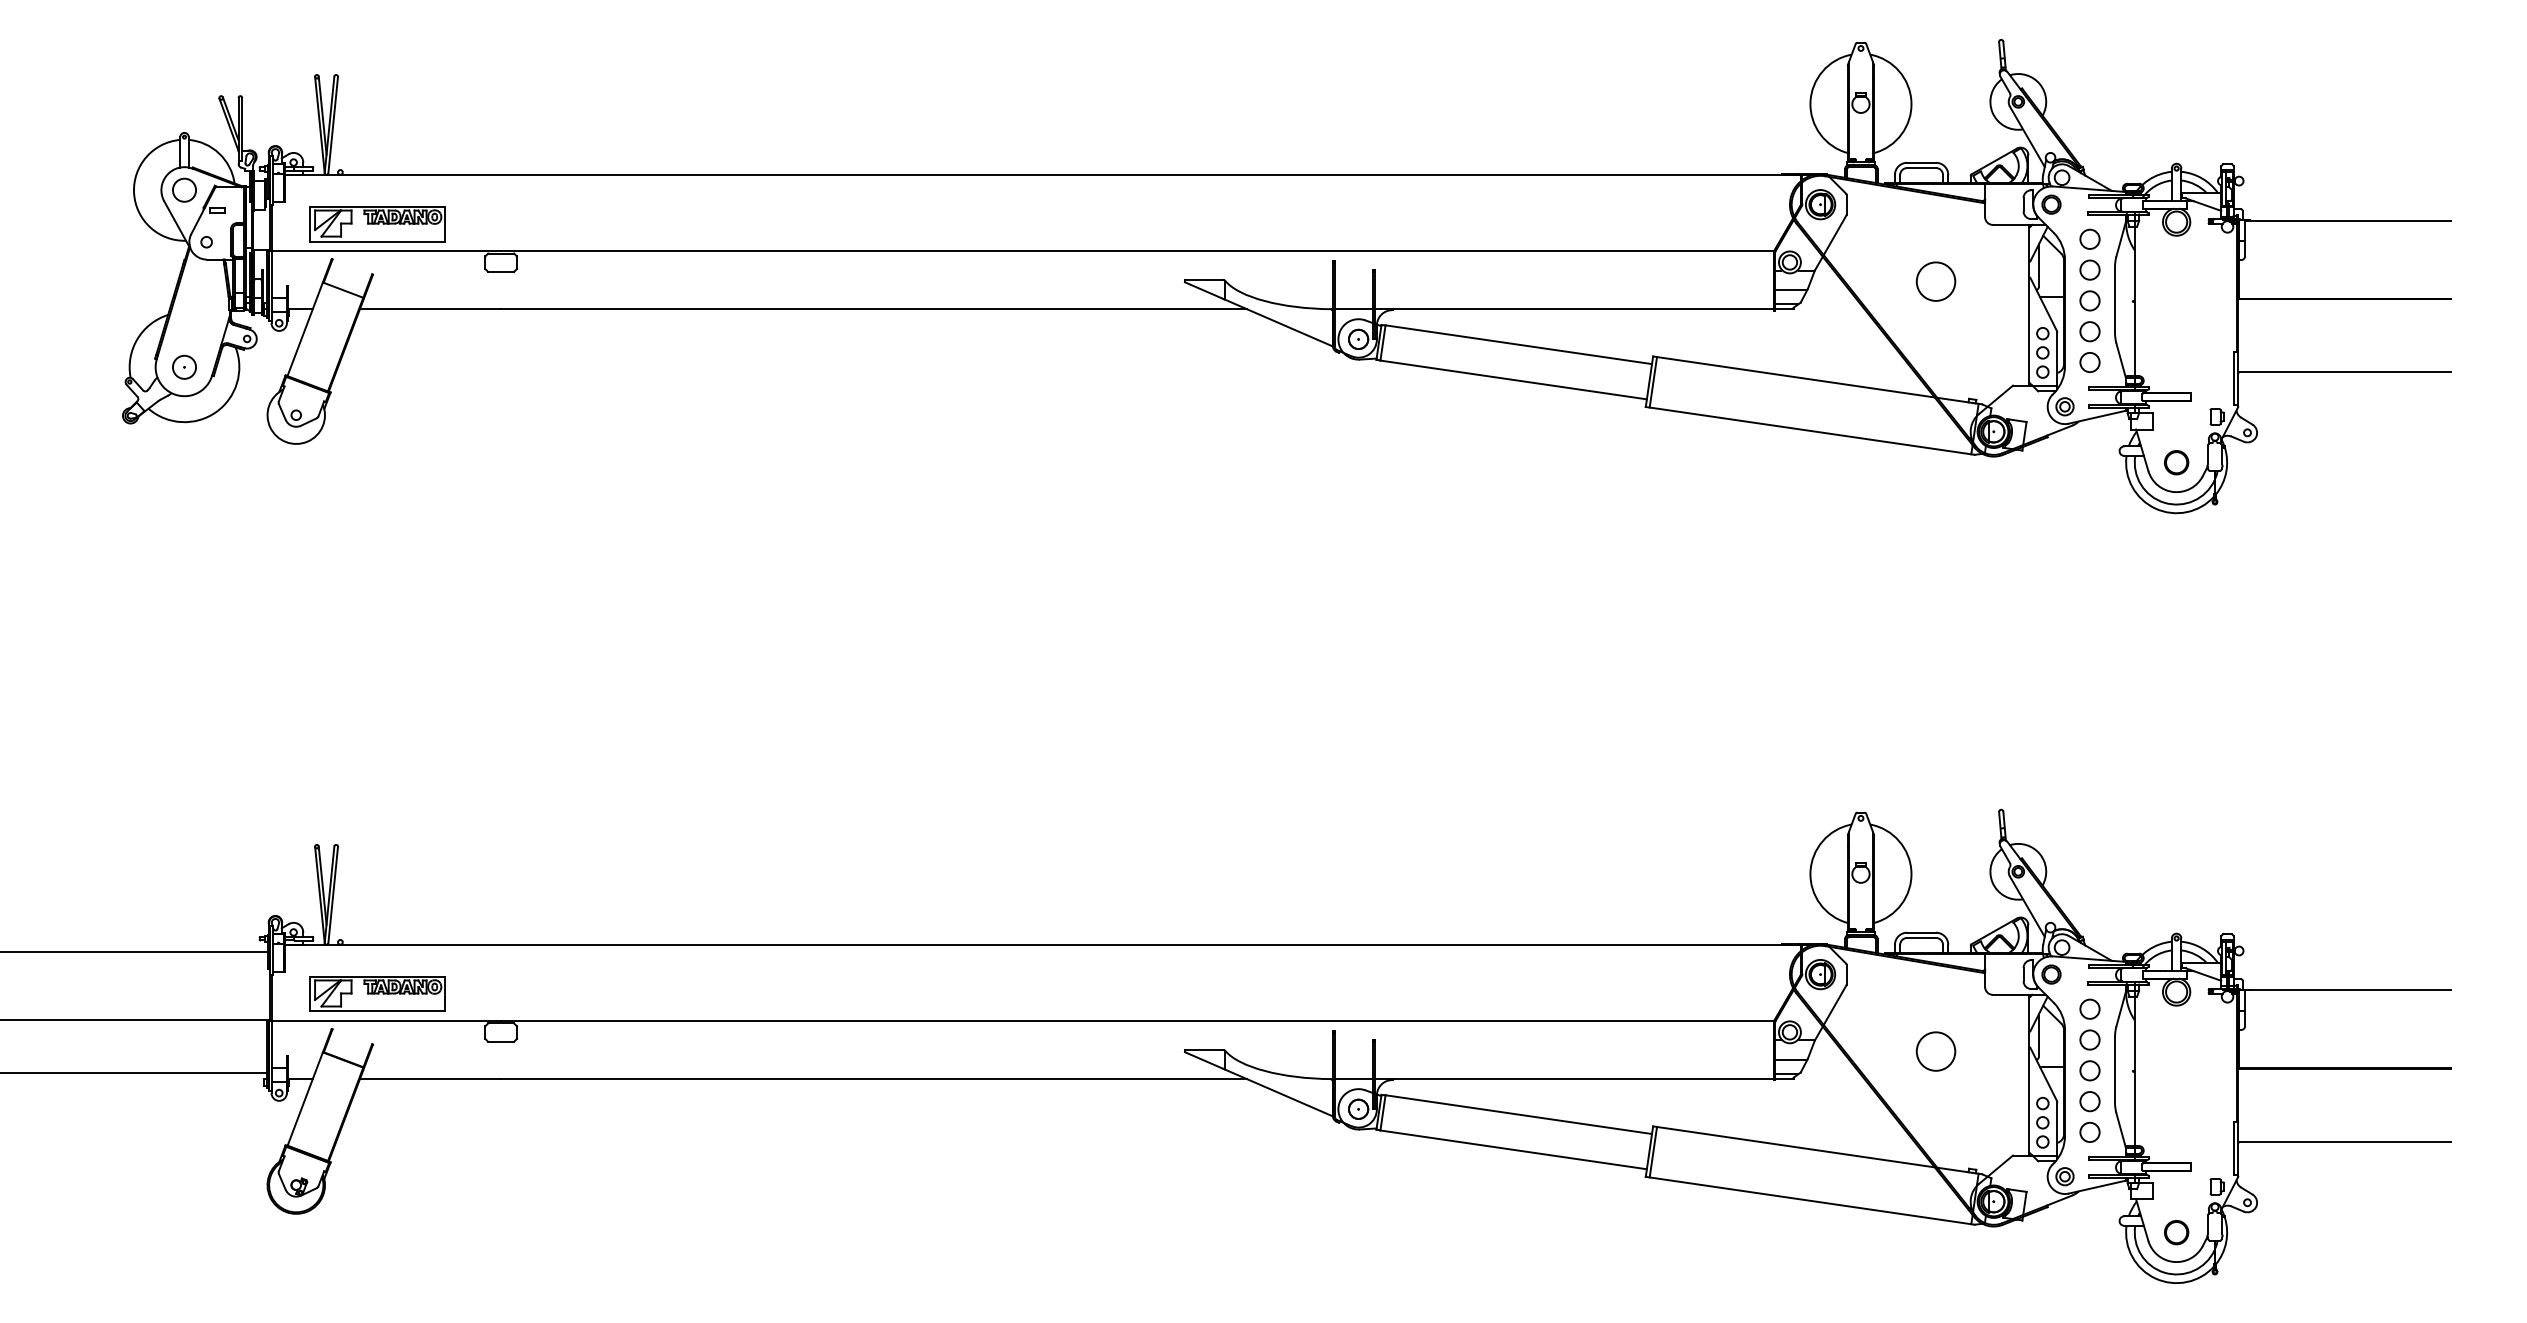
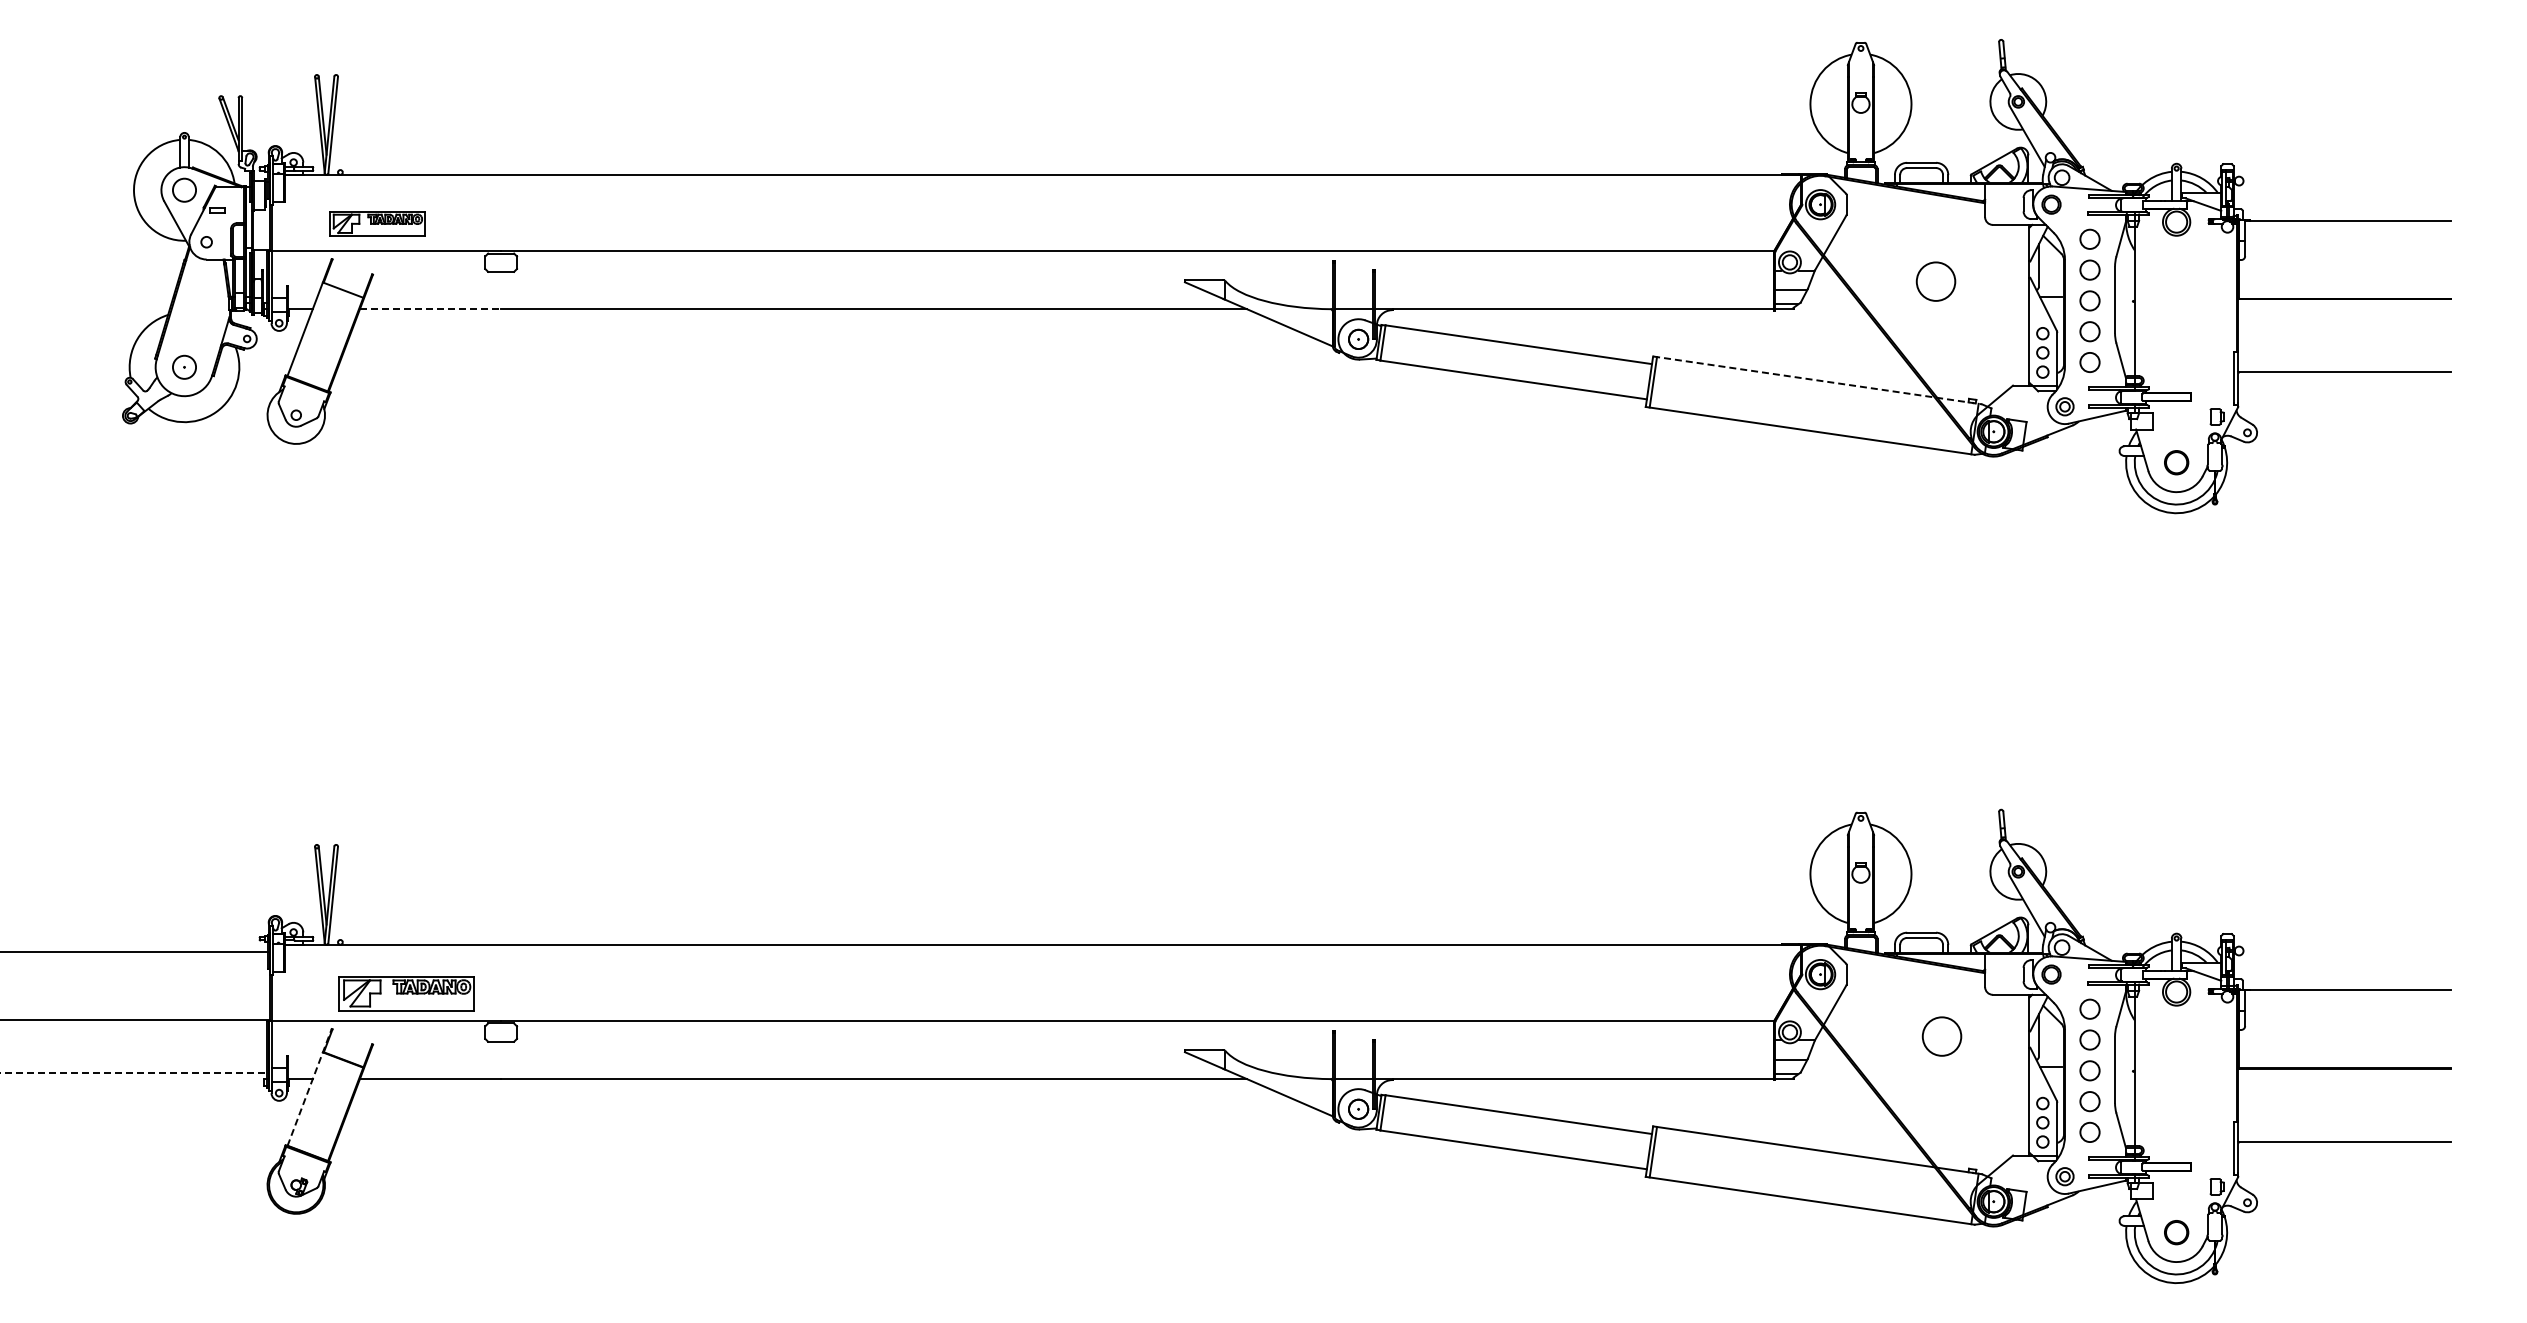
part at (377, 224) size: 137x37 px -> 97x26 px
line at (430, 309): solid -> dashed
line at (1818, 380): solid -> dashed
part at (377, 993) position: (377, 993) -> (406, 993)
circle at (1935, 1051) position: (1935, 1051) -> (1941, 1036)
line at (134, 1072): solid -> dashed
line at (309, 1087): solid -> dashed
